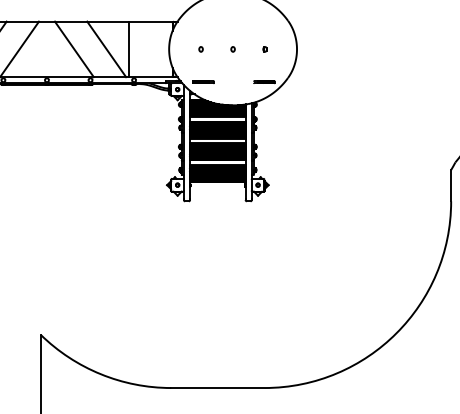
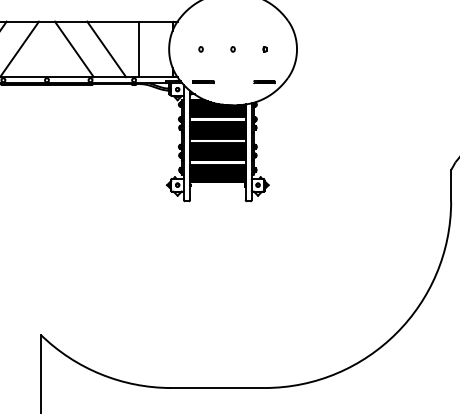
line at (128, 49) position: (128, 49) -> (138, 49)
